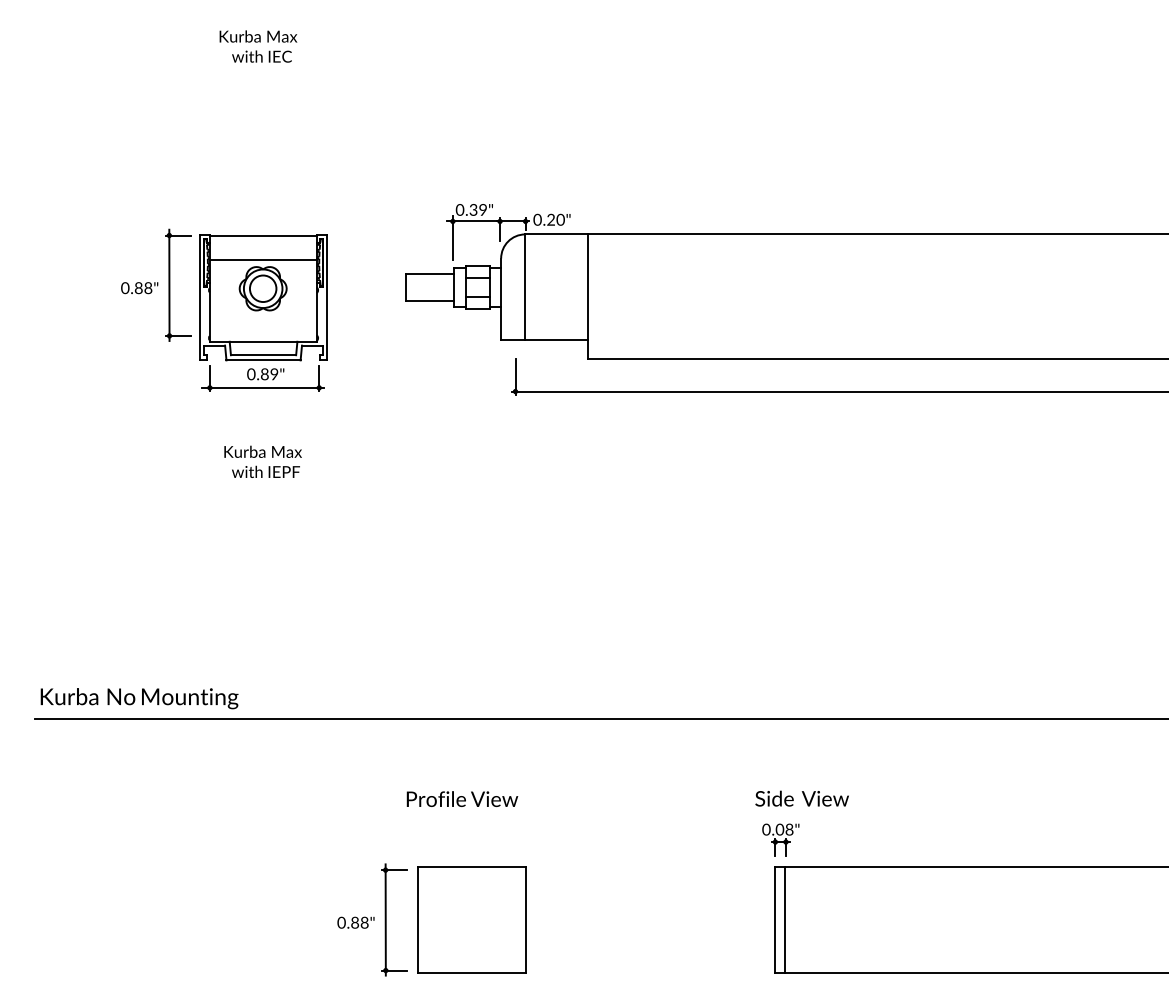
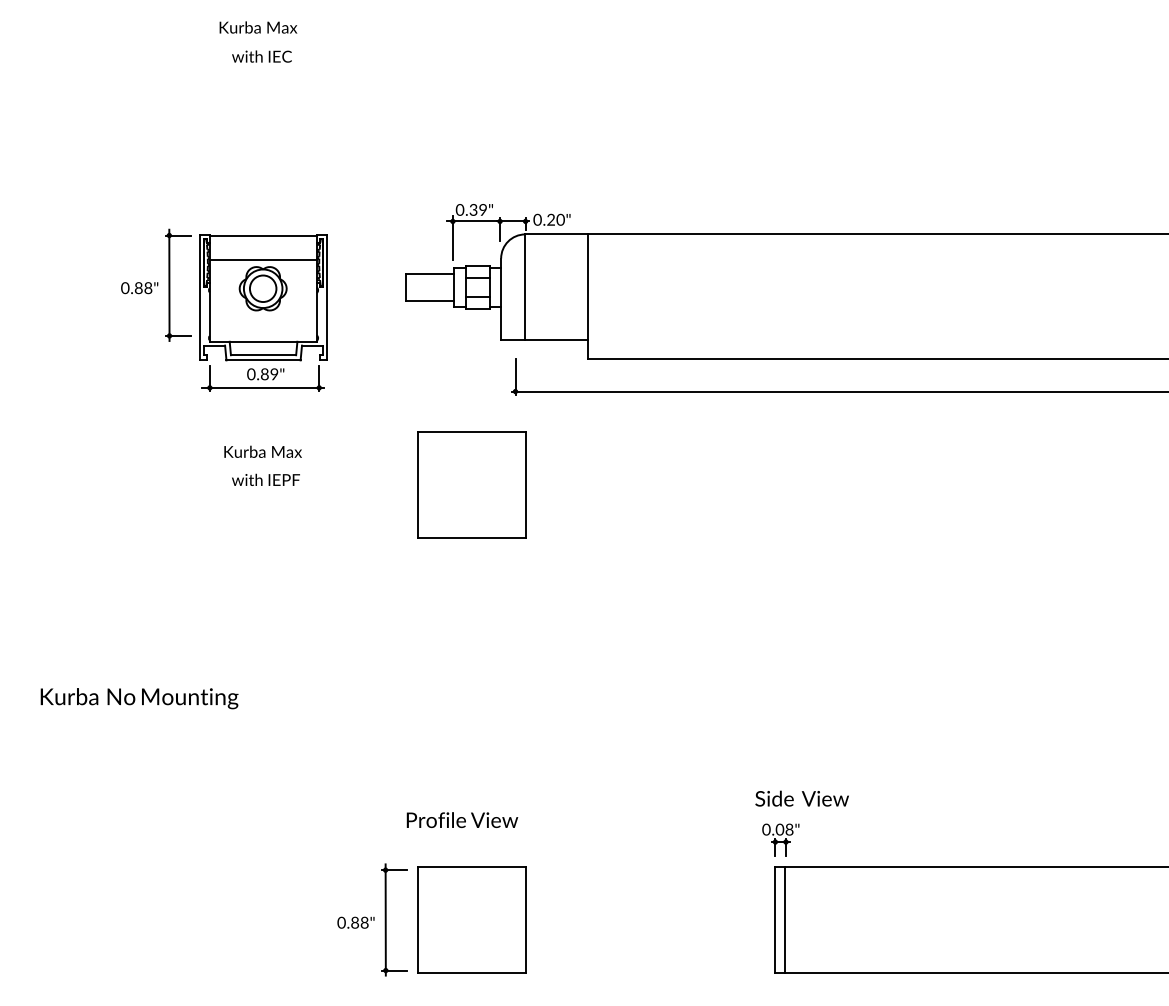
text at (258, 36) position: (258, 36) -> (258, 27)
text at (265, 471) position: (265, 471) -> (265, 479)
part at (471, 484): none -> present
line at (600, 719): present -> none
text at (462, 798) position: (462, 798) -> (462, 819)
